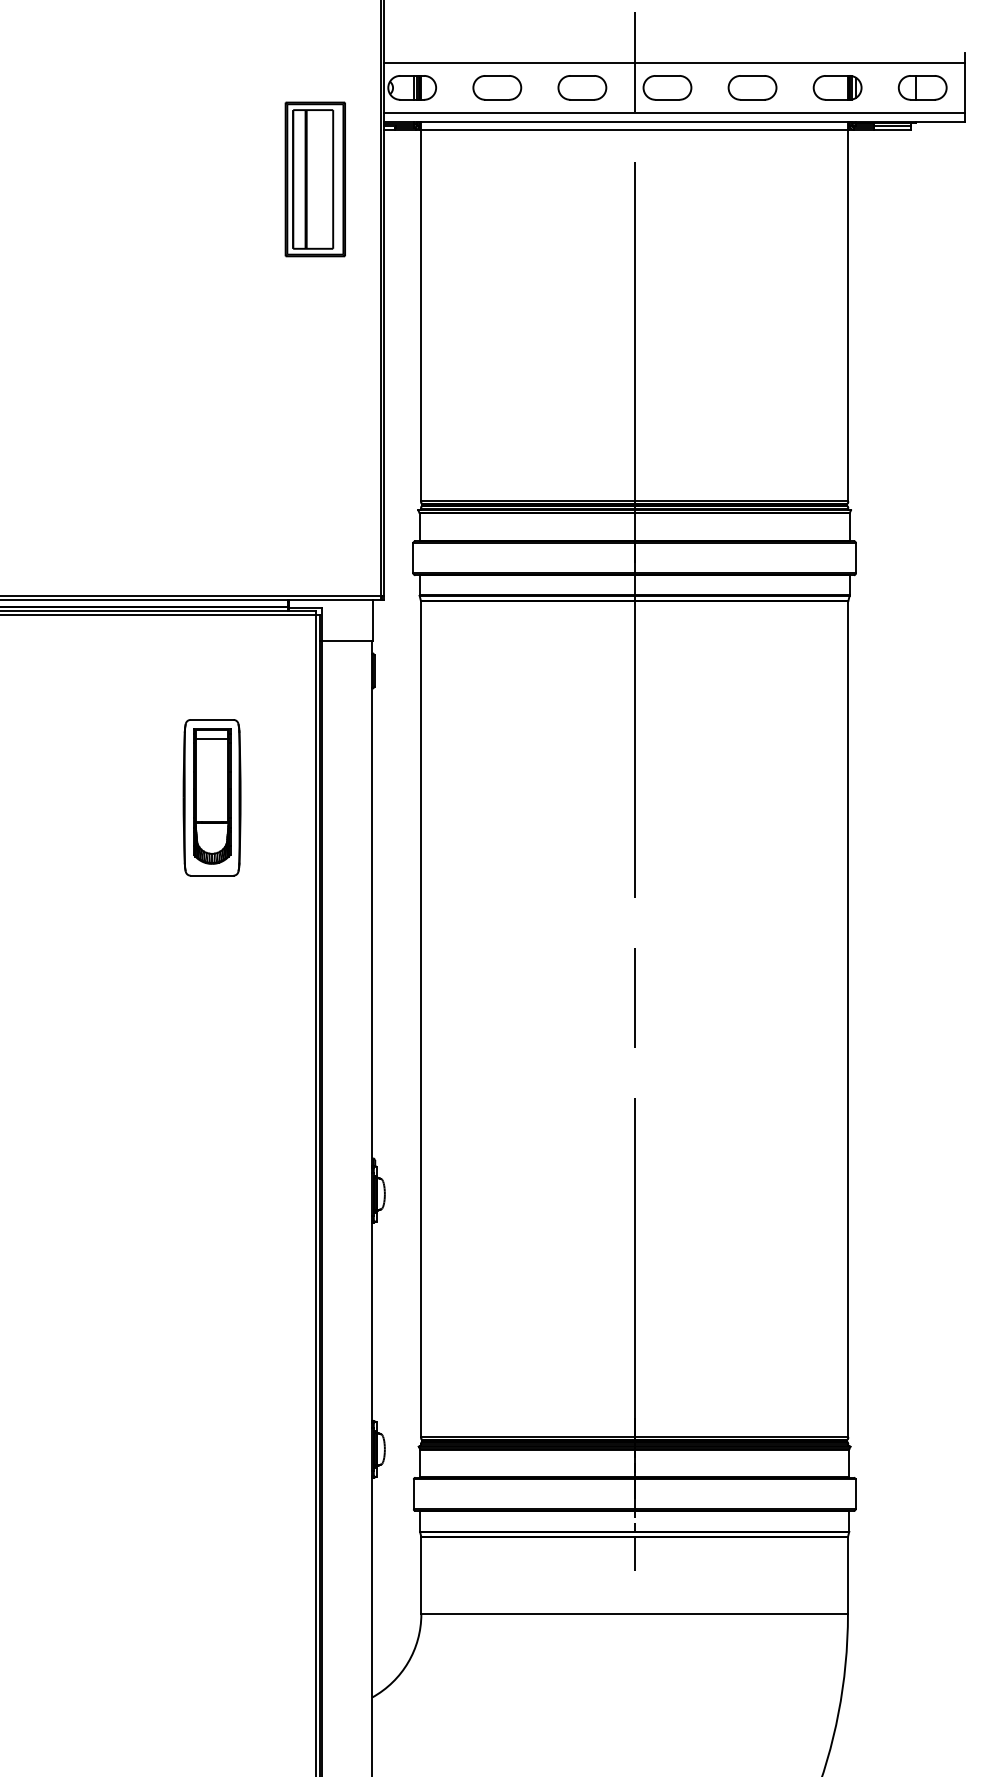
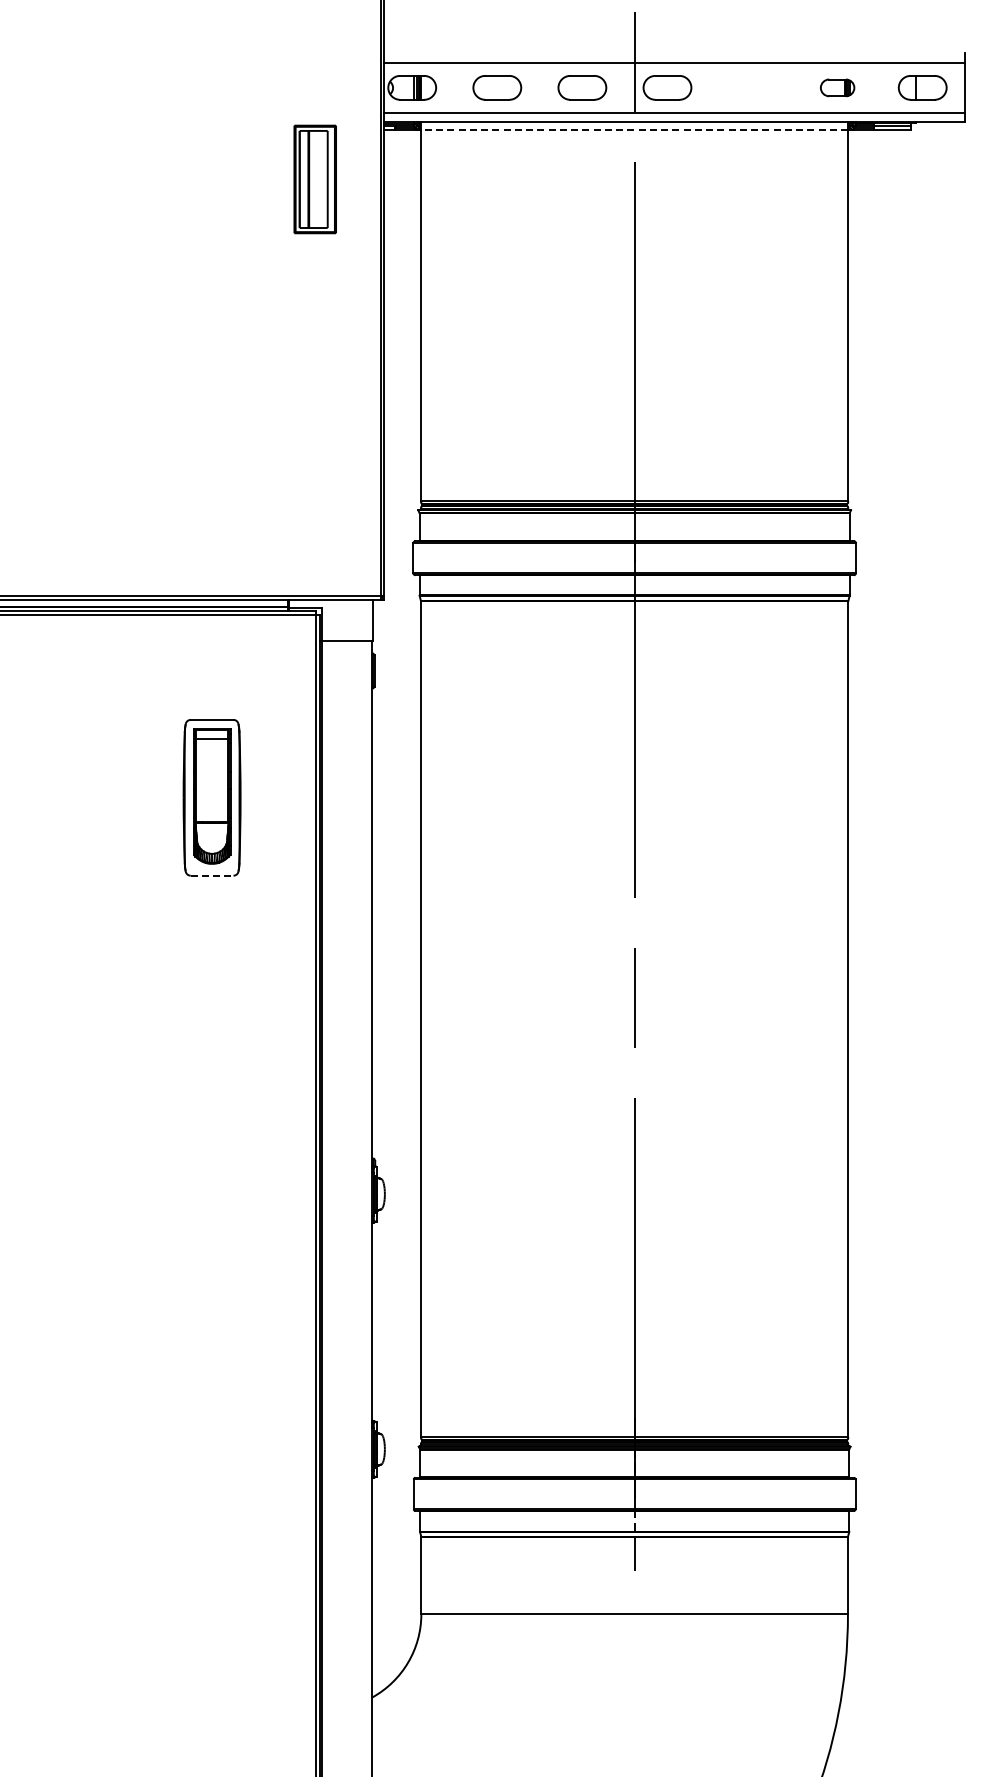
part at (752, 87): present -> none
part at (837, 87) size: 51x26 px -> 36x20 px
line at (634, 129): solid -> dashed
part at (314, 179) size: 62x157 px -> 44x111 px
line at (212, 875): solid -> dashed
